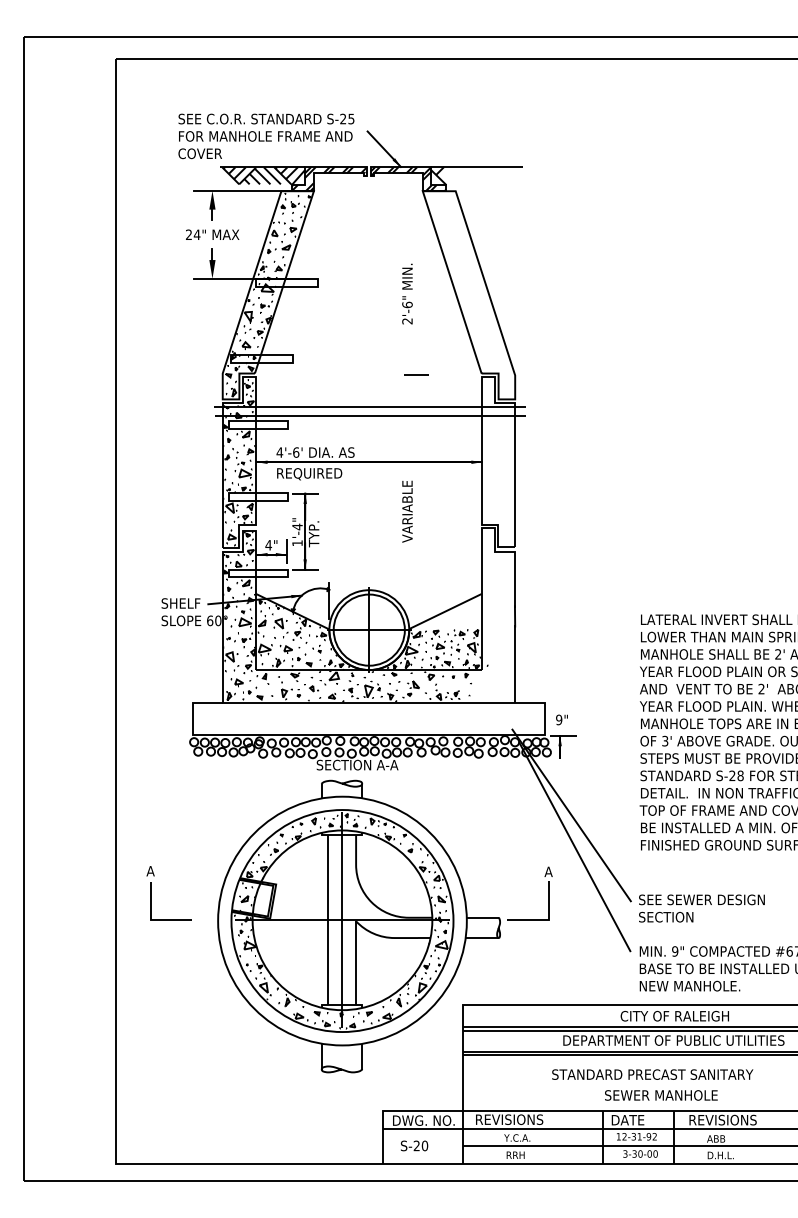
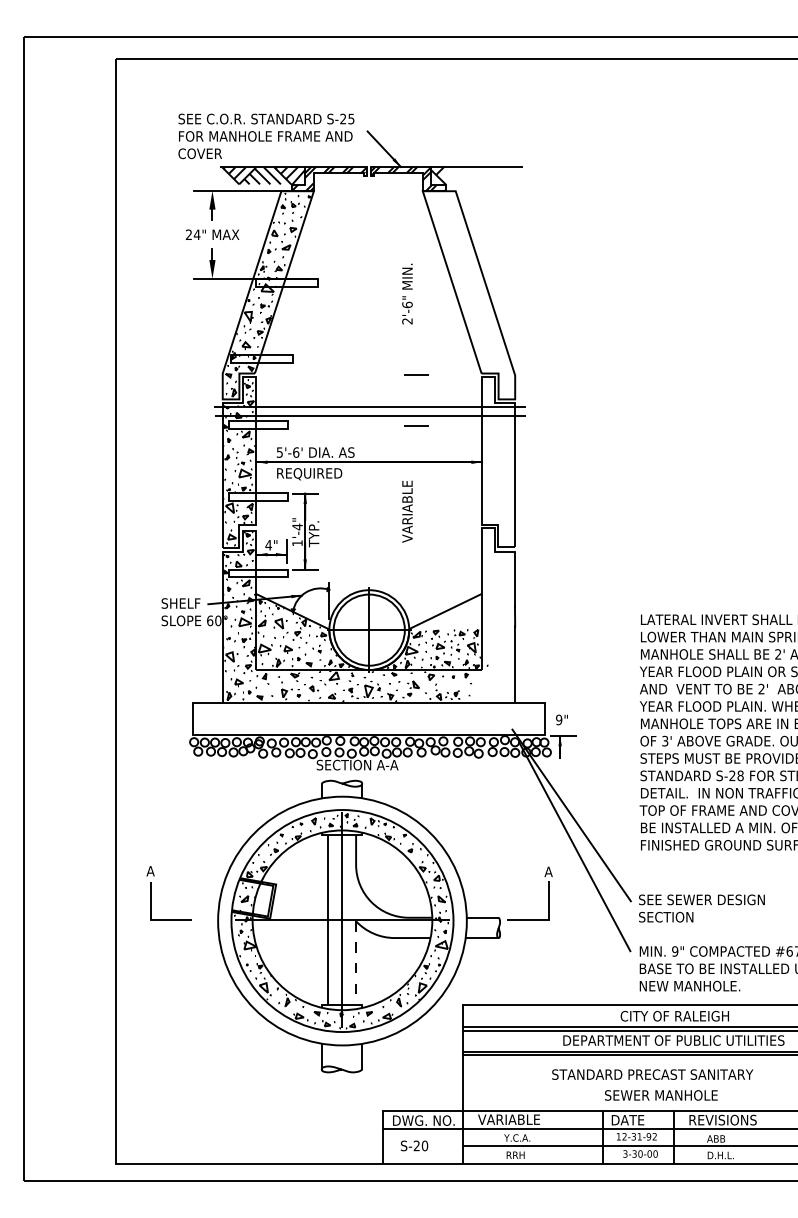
line at (416, 425): none -> present
text at (279, 452): 4'-6' -> 5'-6'
line at (356, 963): solid -> dashed
text at (509, 1119): REVISIONS -> VARIABLE
